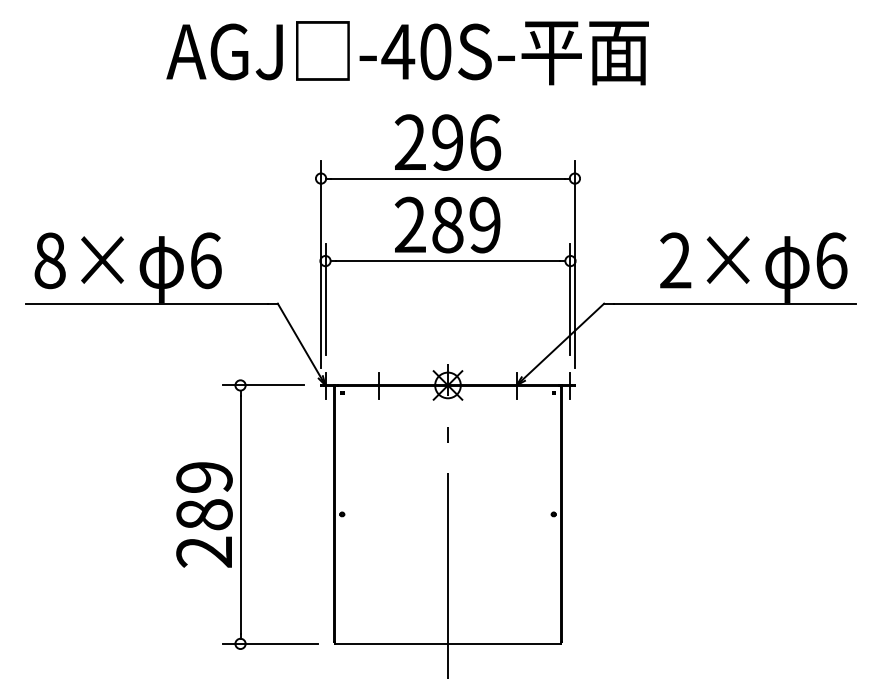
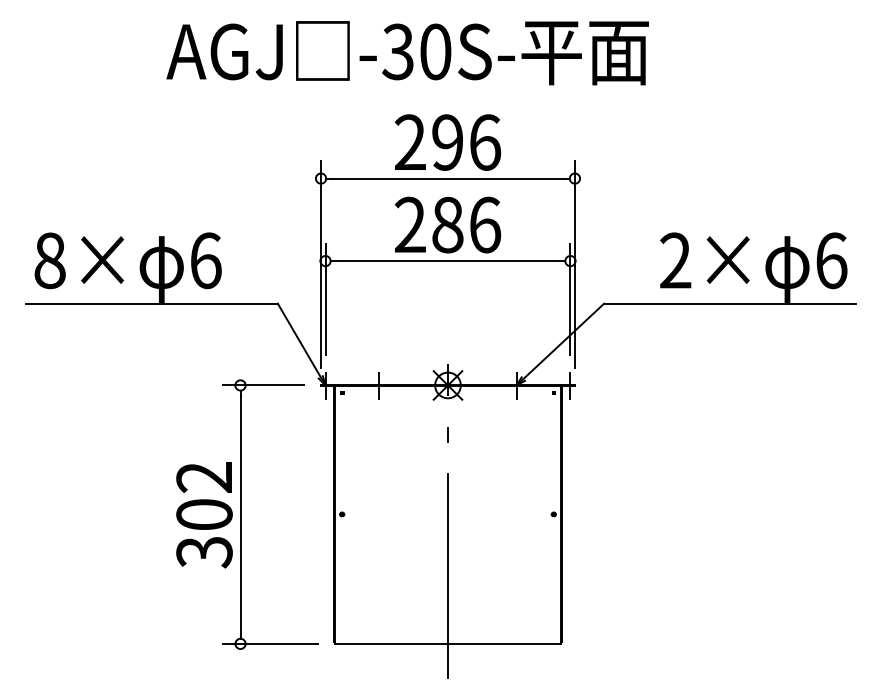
text at (398, 51): -40S- -> -30S-
text at (485, 224): 289 -> 286
text at (204, 515): 289 -> 302
